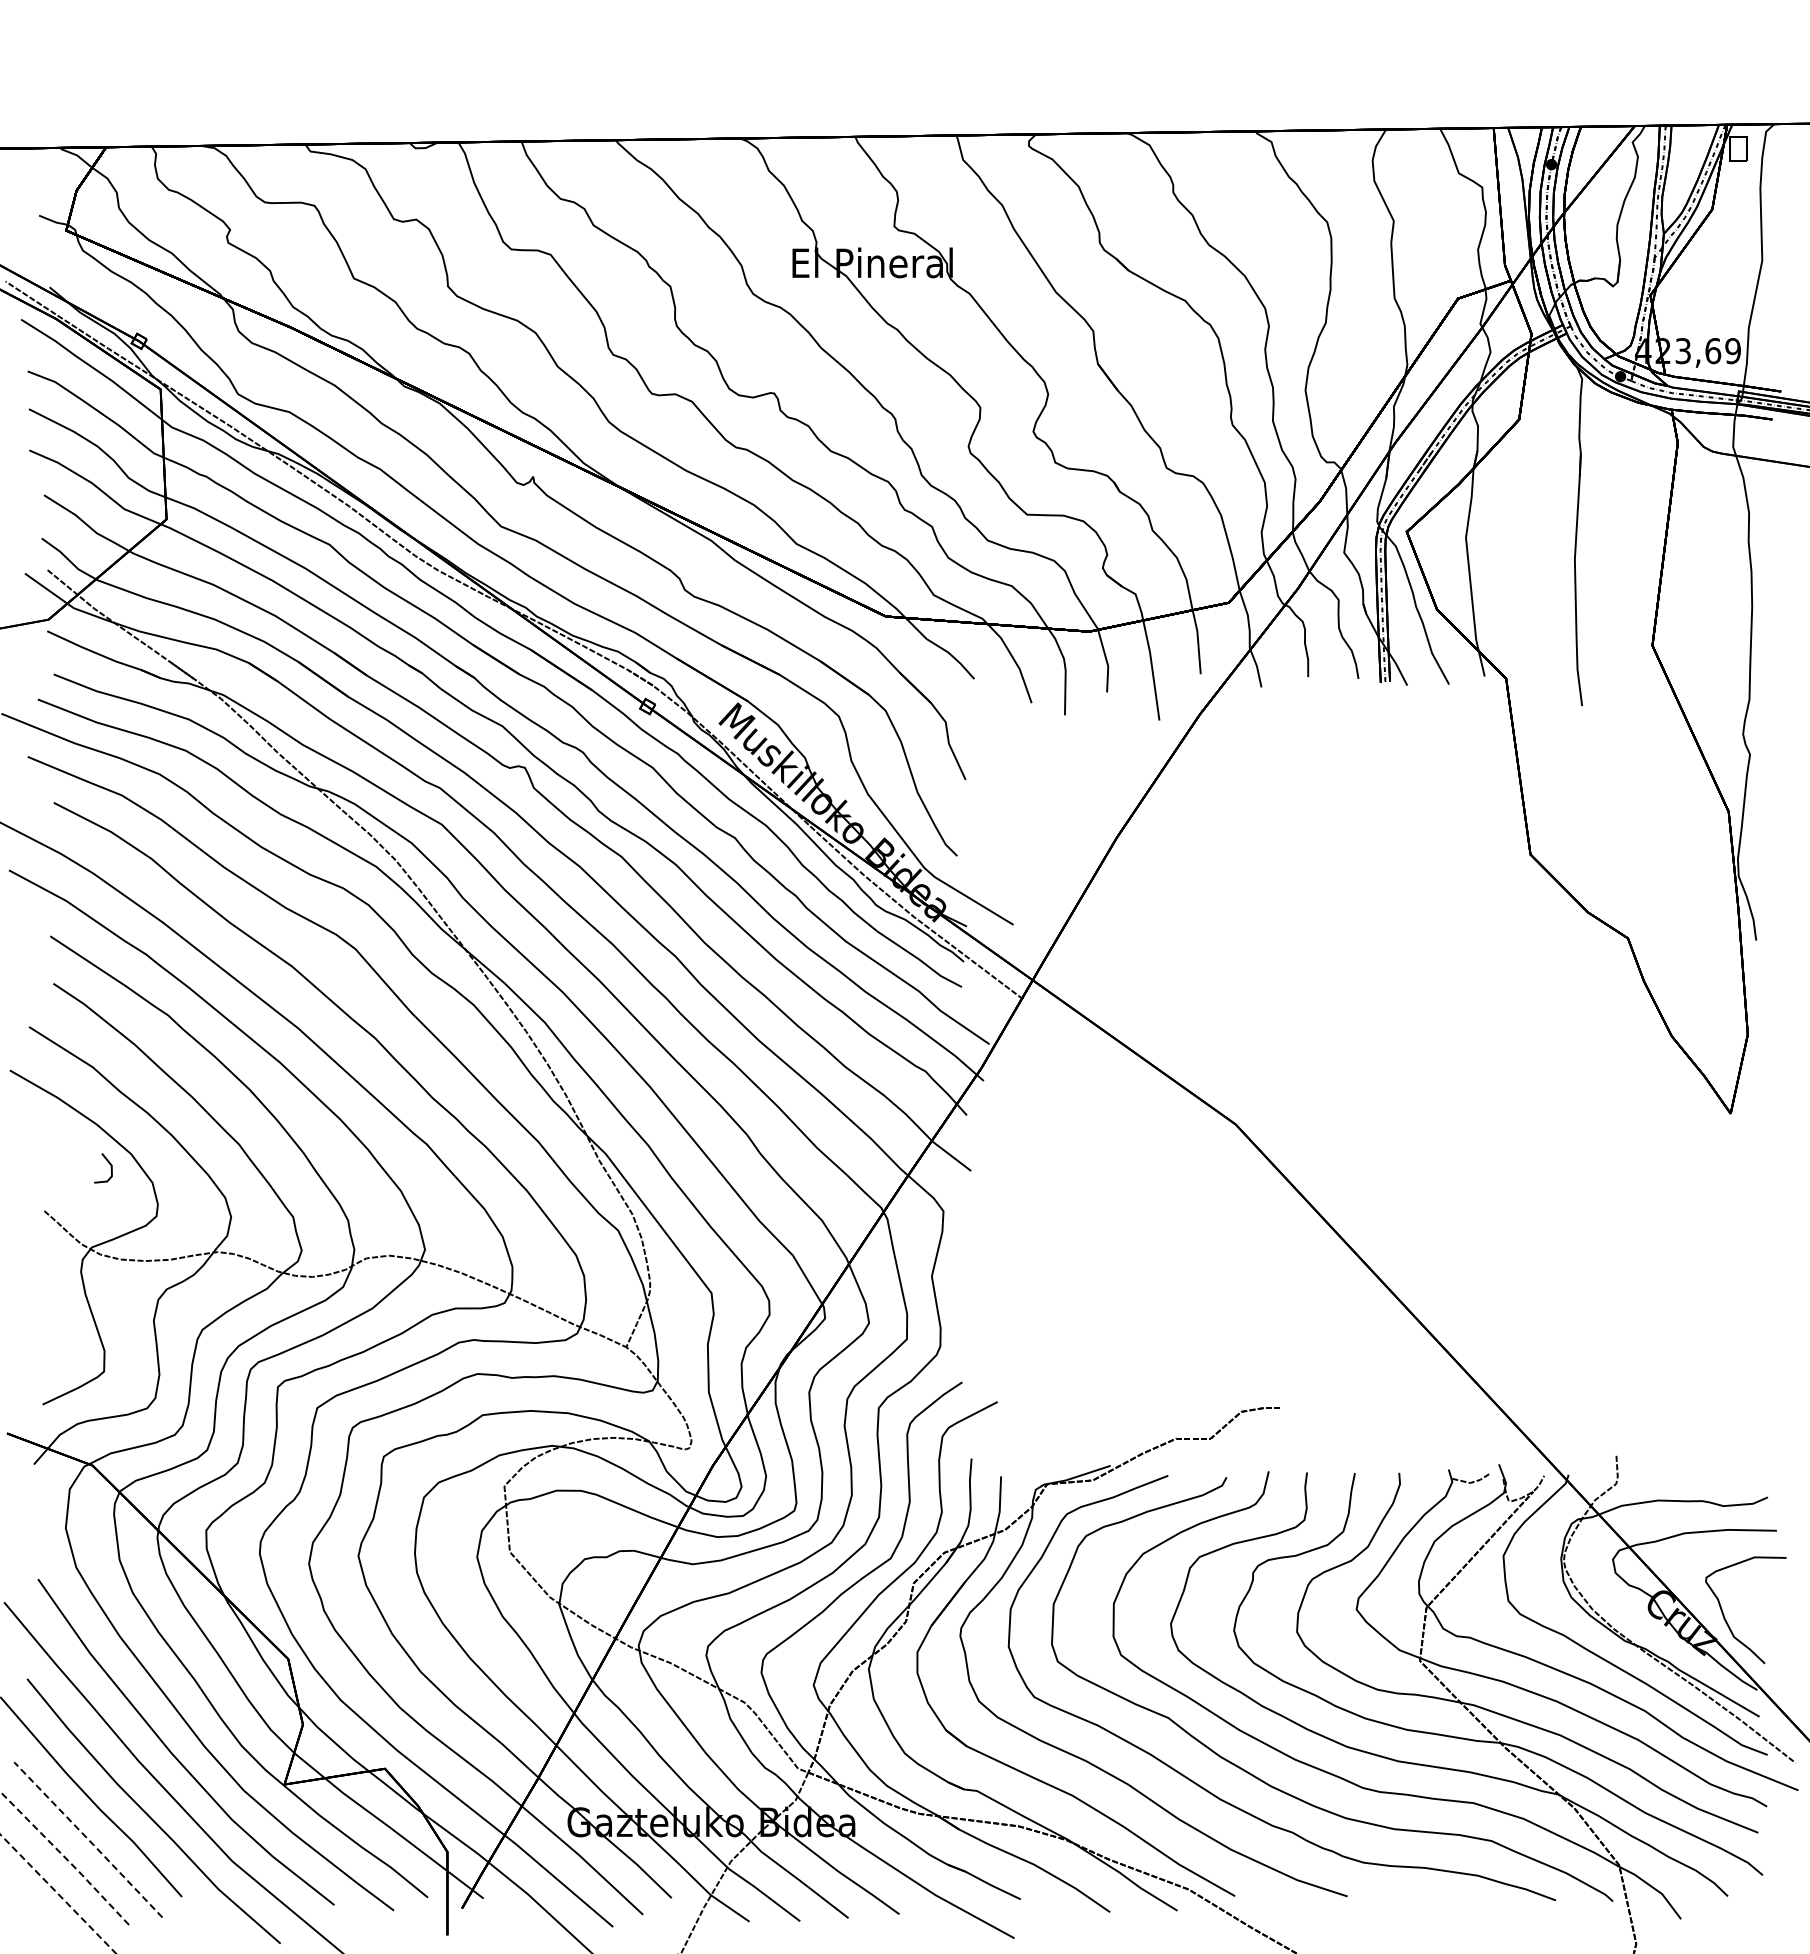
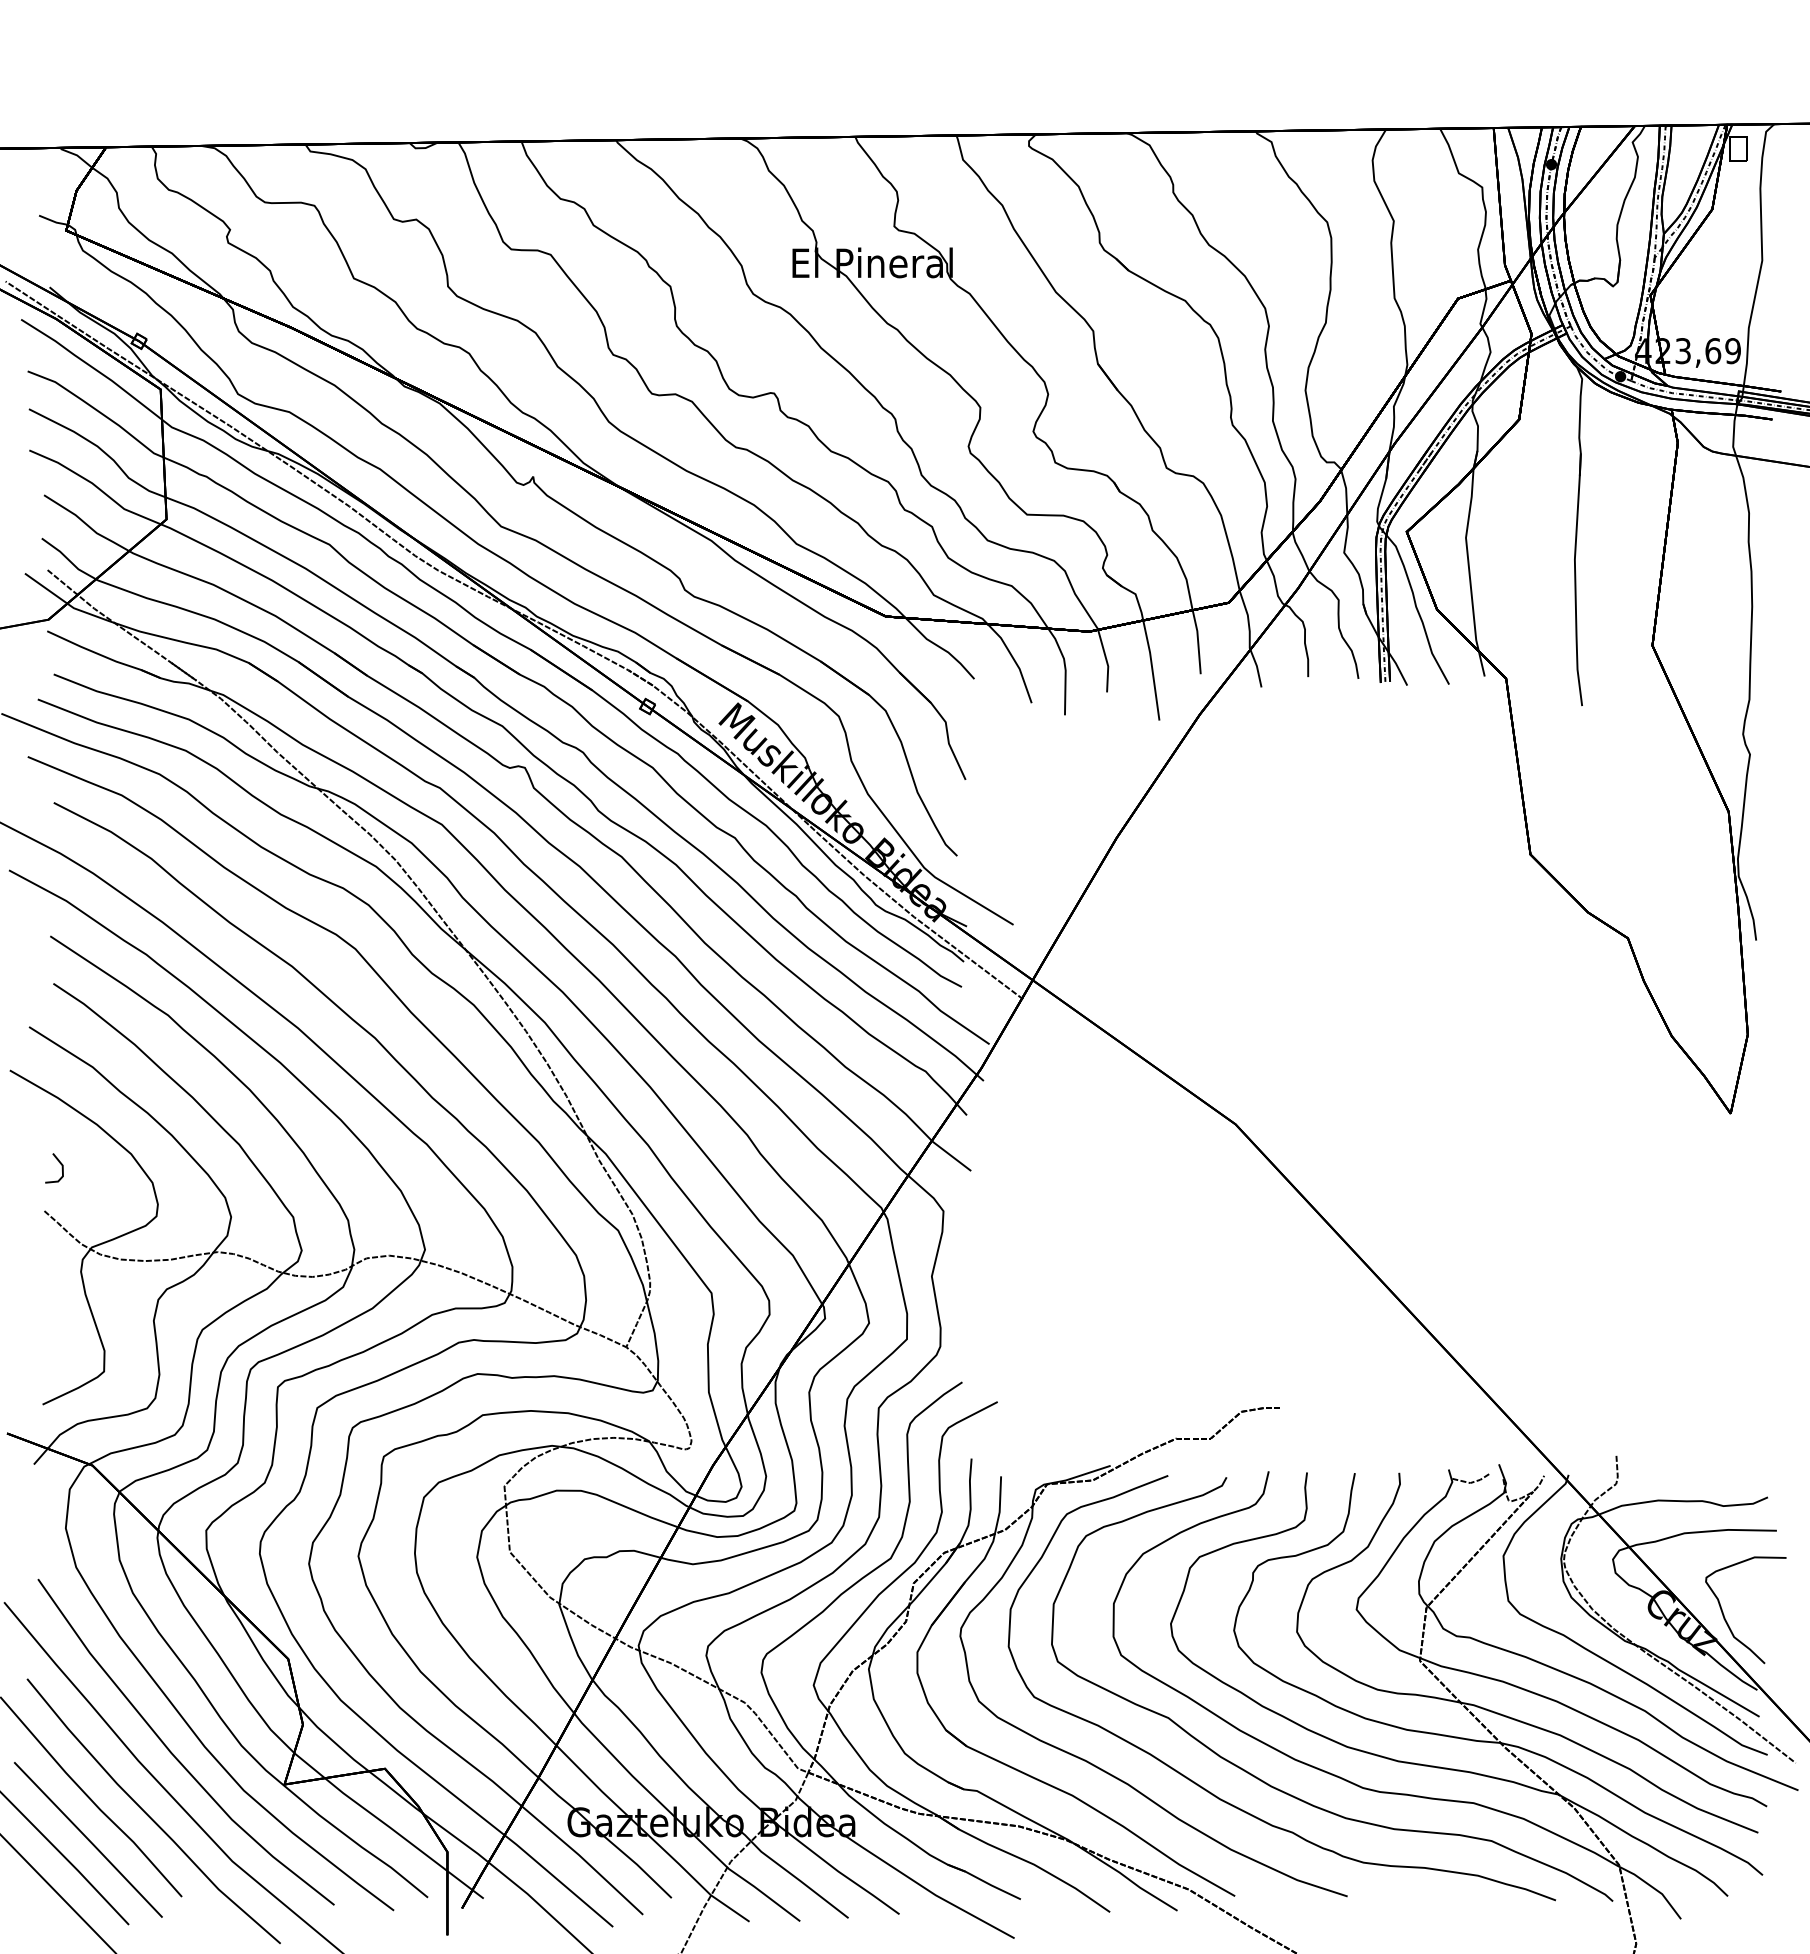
line at (110, 1168) position: (110, 1168) -> (61, 1168)
line at (88, 1839): dashed -> solid
line at (65, 1858): dashed -> solid
line at (58, 1894): dashed -> solid
